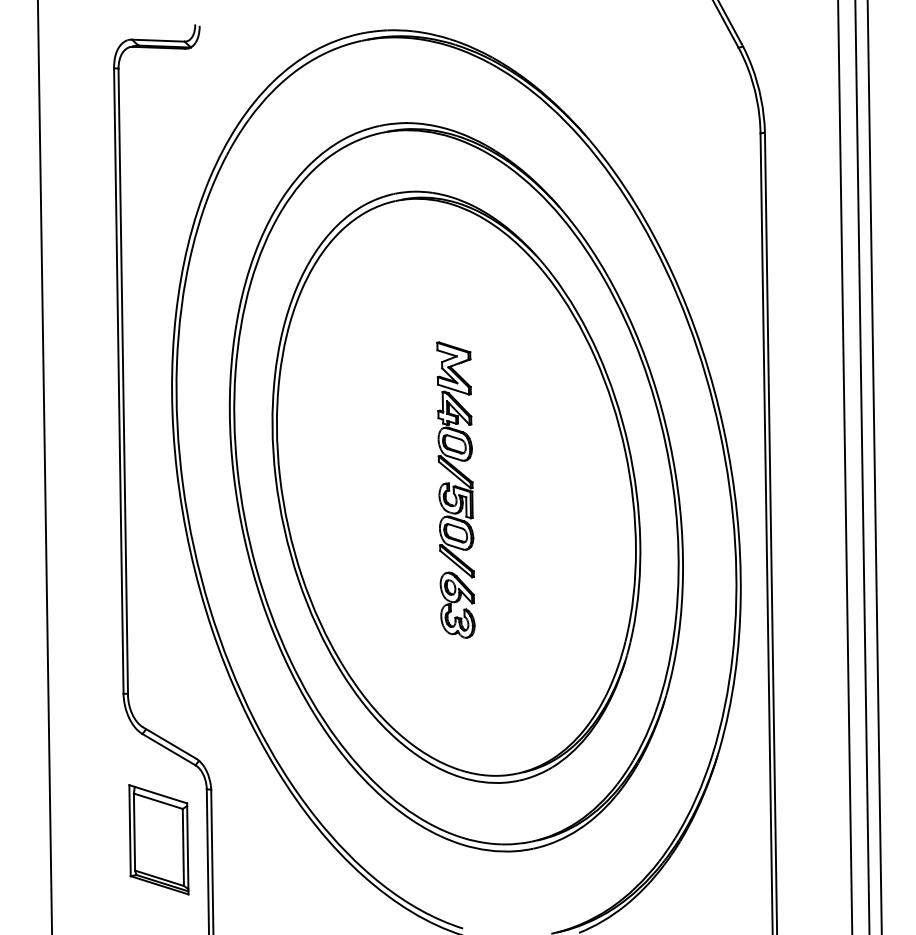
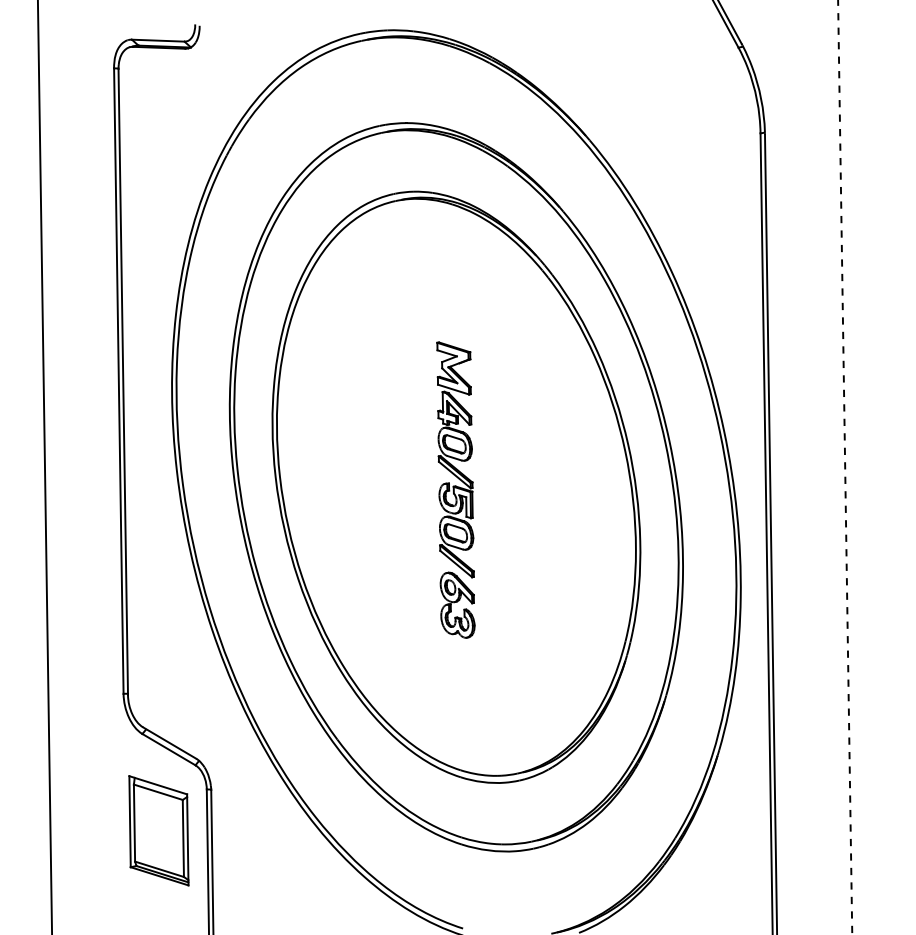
line at (845, 466): solid -> dashed
line at (862, 466): present -> none
line at (874, 466): present -> none
part at (158, 839) position: (158, 839) -> (158, 830)
